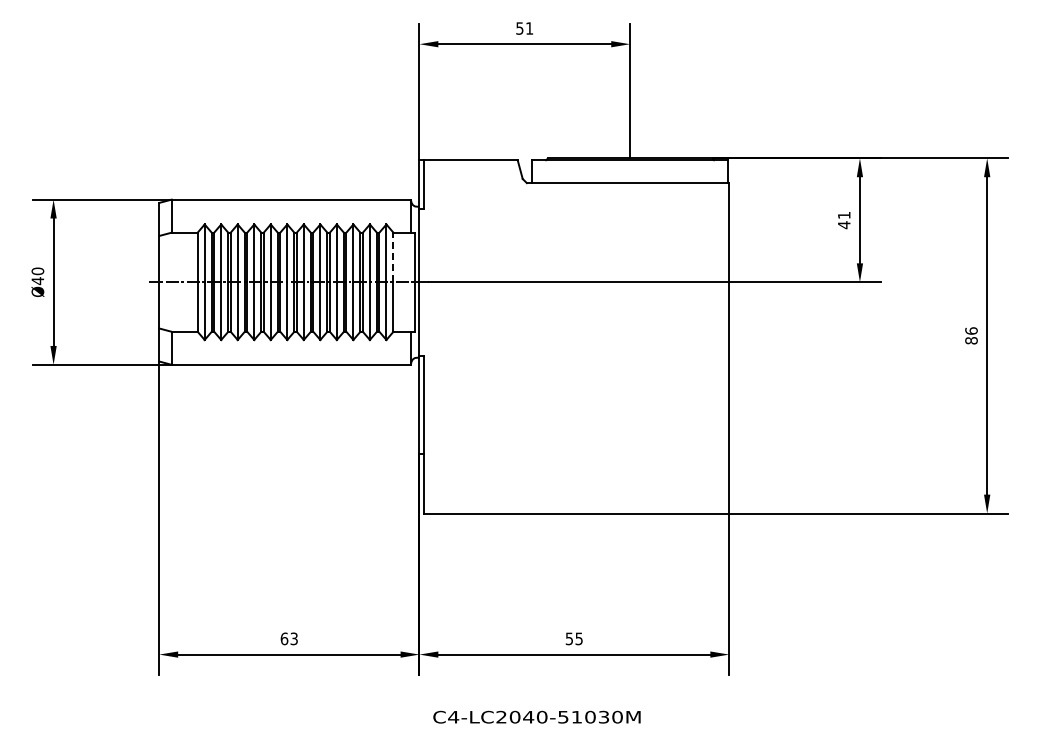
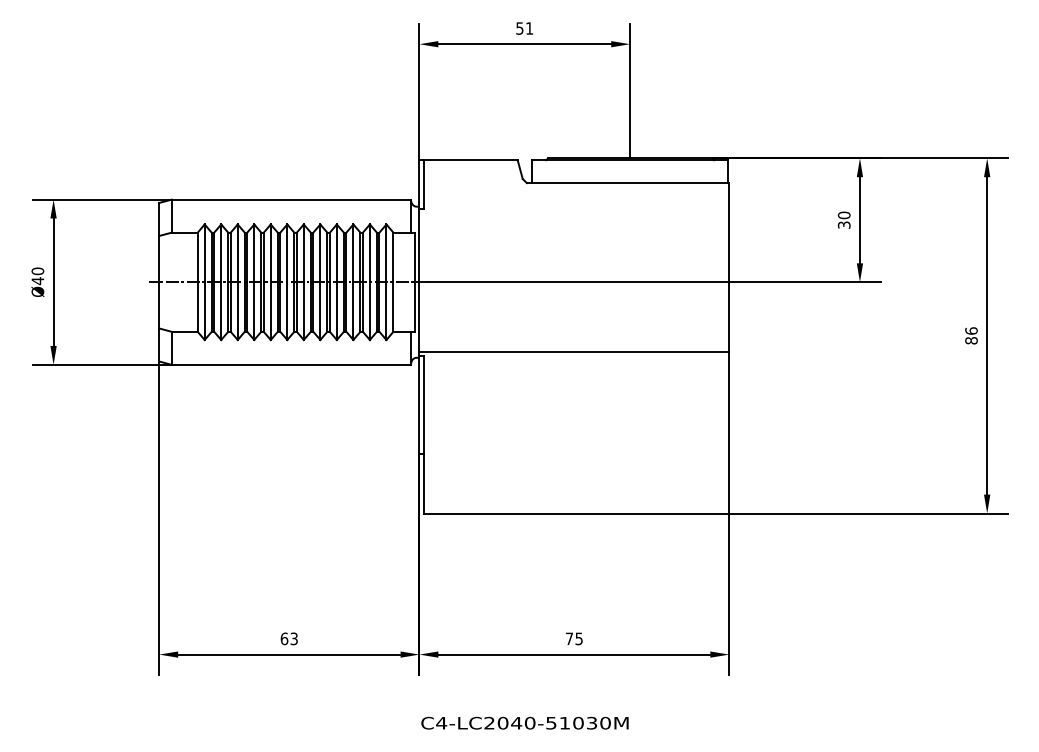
text at (843, 220): 41 -> 30
line at (393, 257): dashed -> solid
line at (574, 351): none -> present
text at (568, 638): 55 -> 75
text at (536, 716) position: (536, 716) -> (524, 722)
